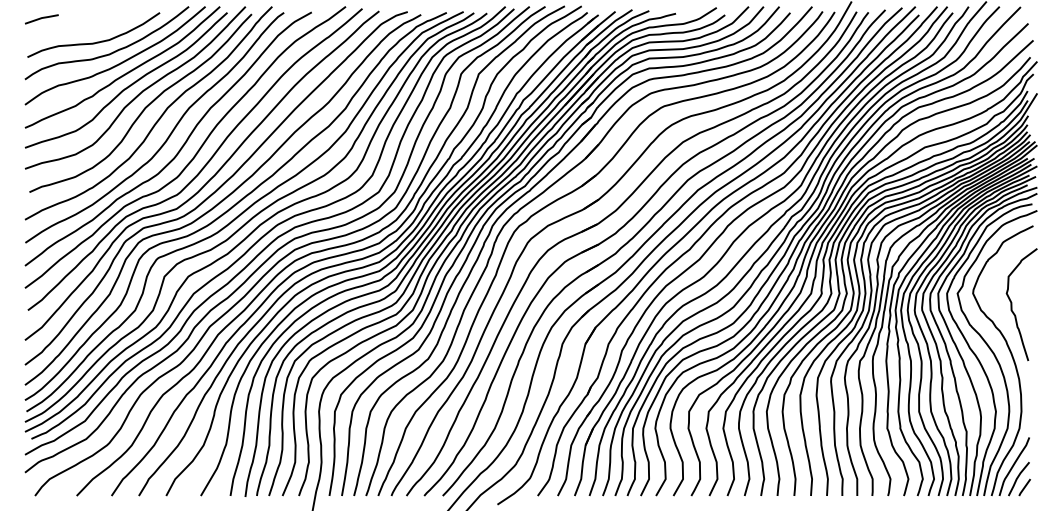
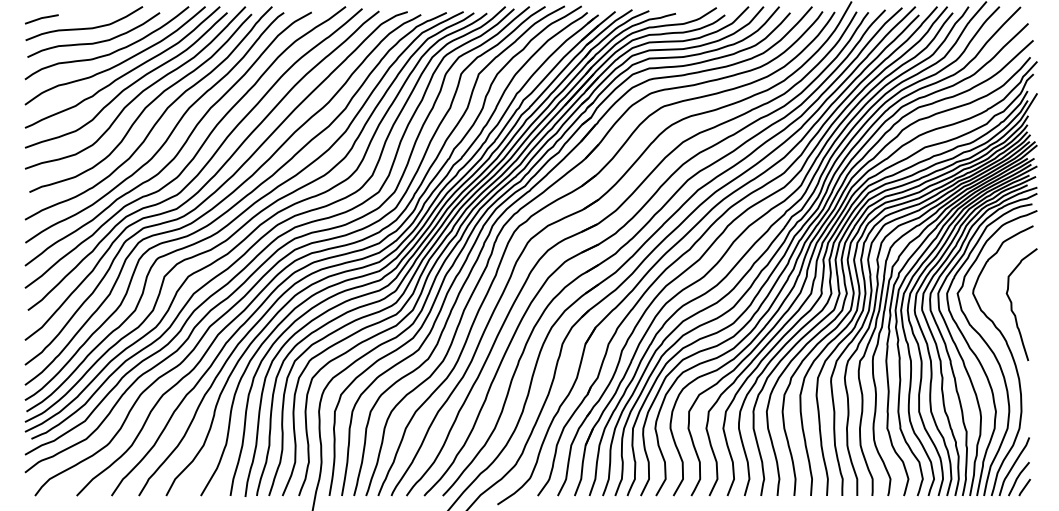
curve at (85, 27): none -> present
